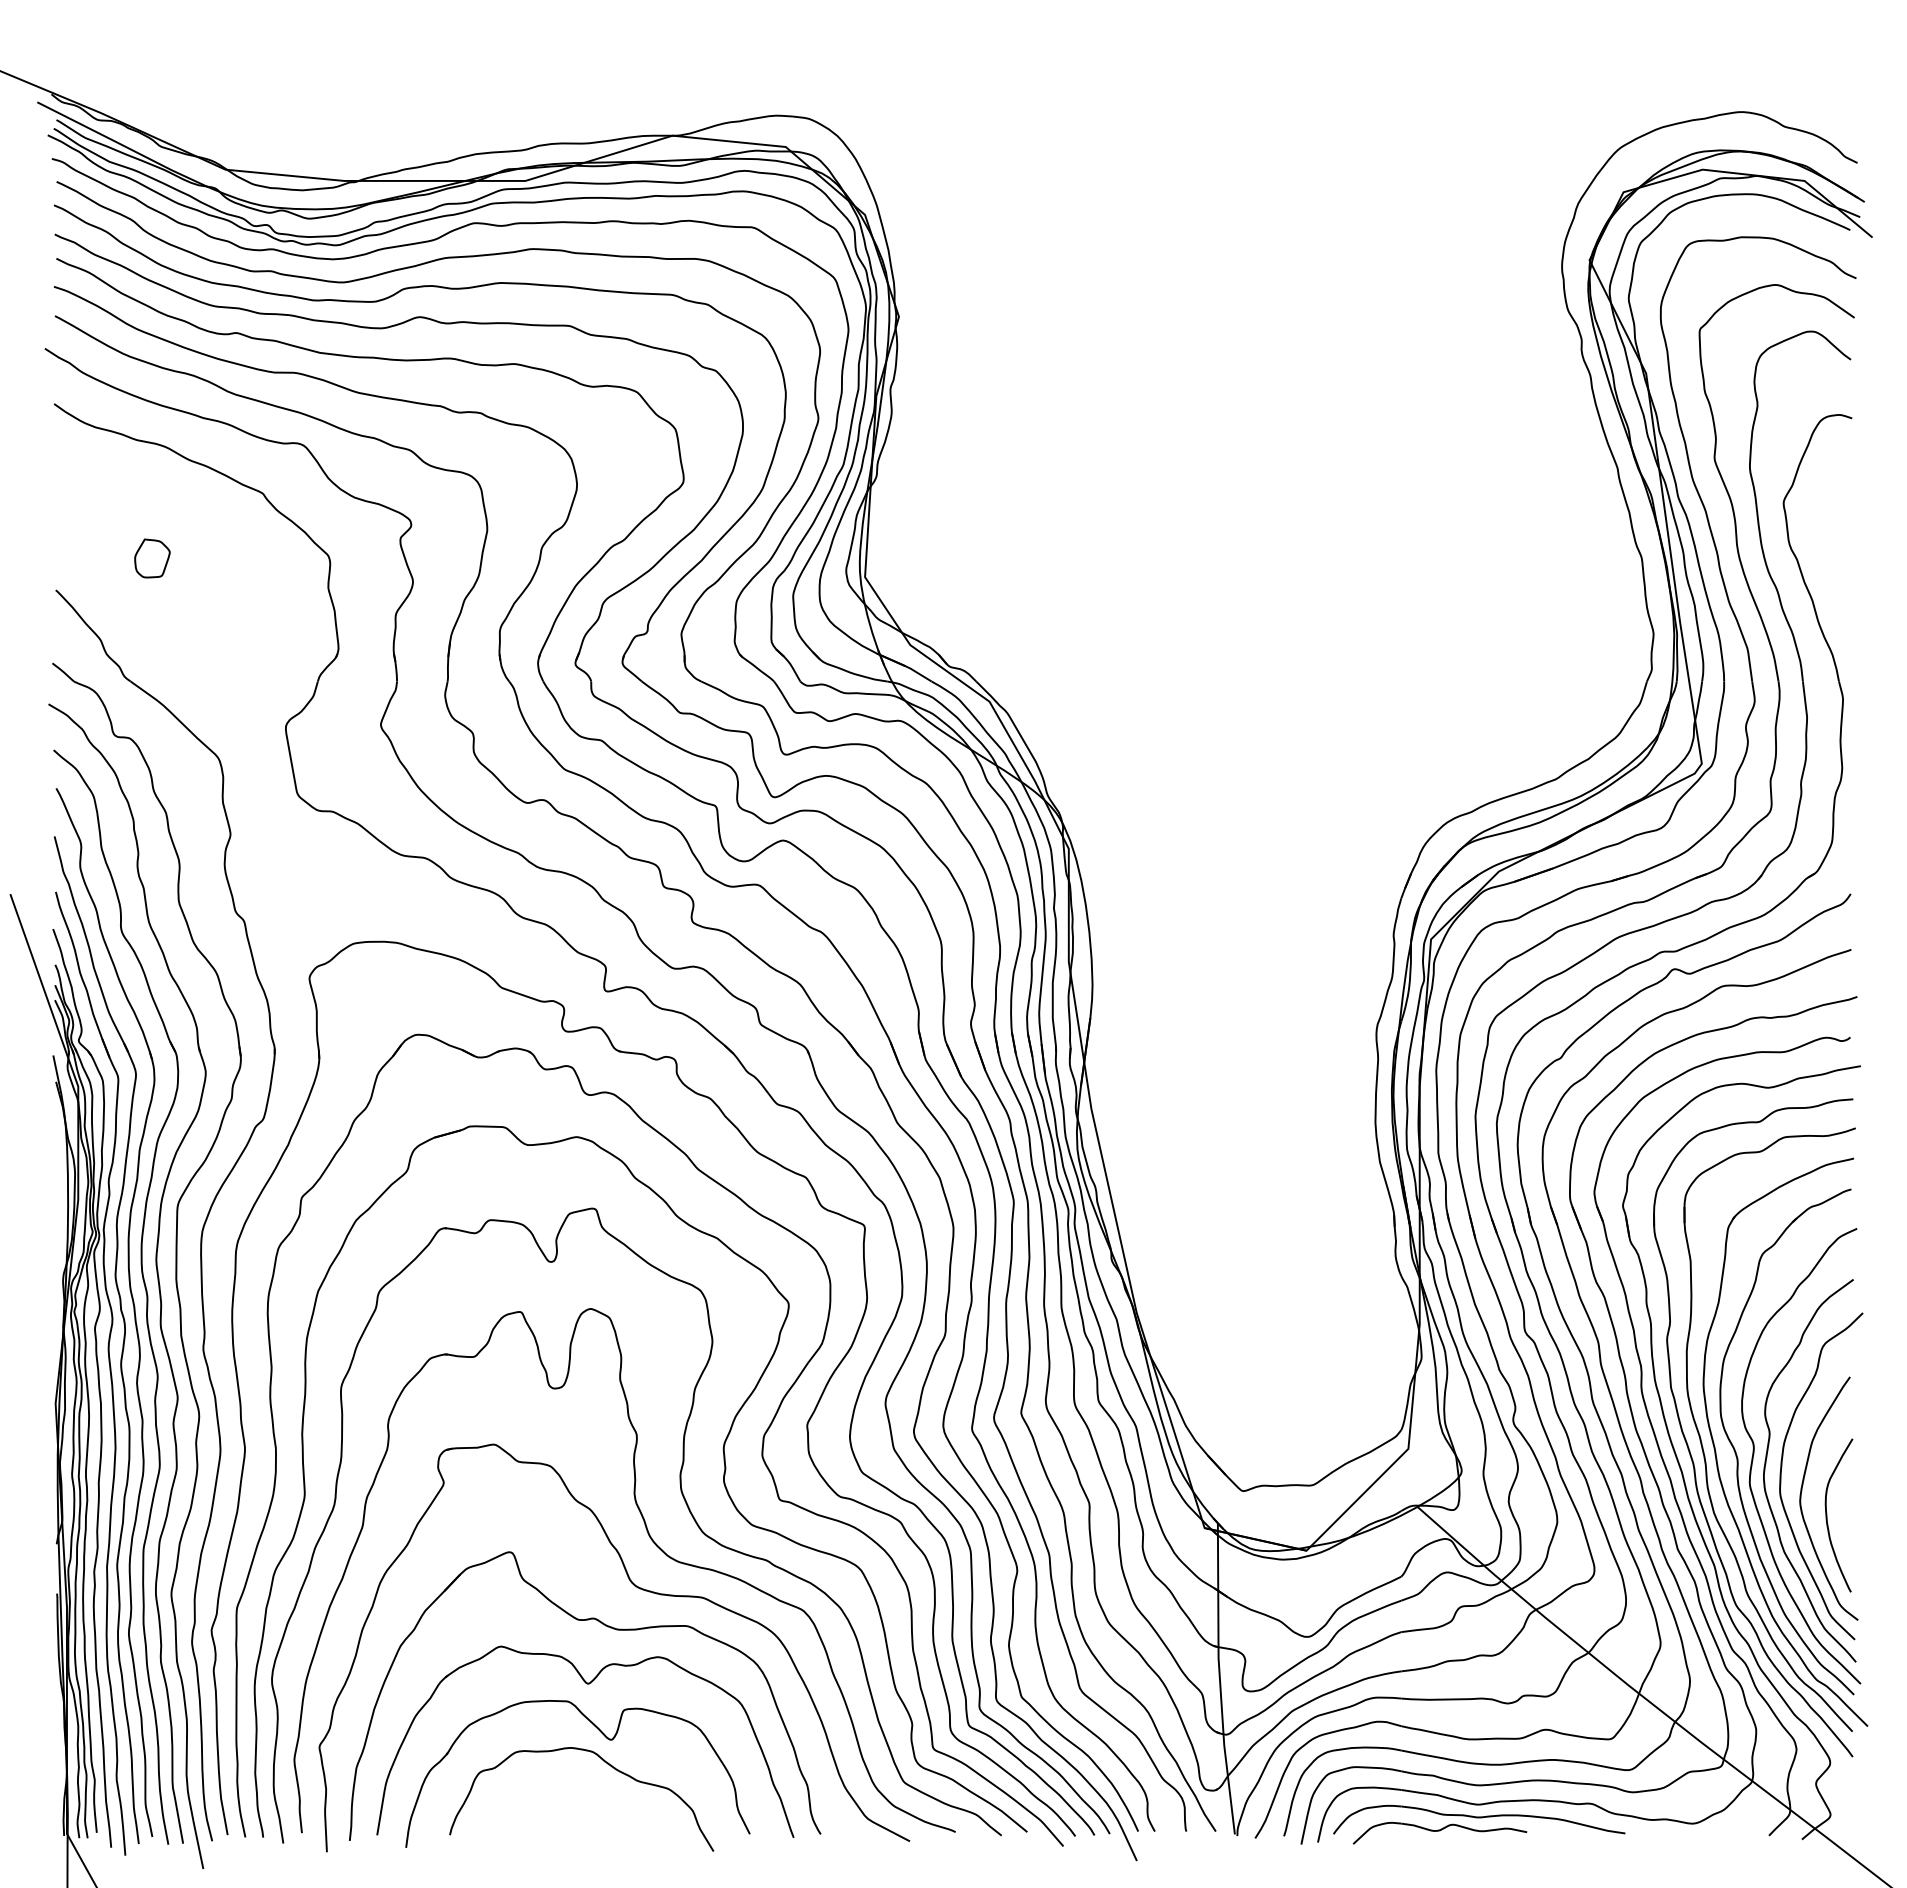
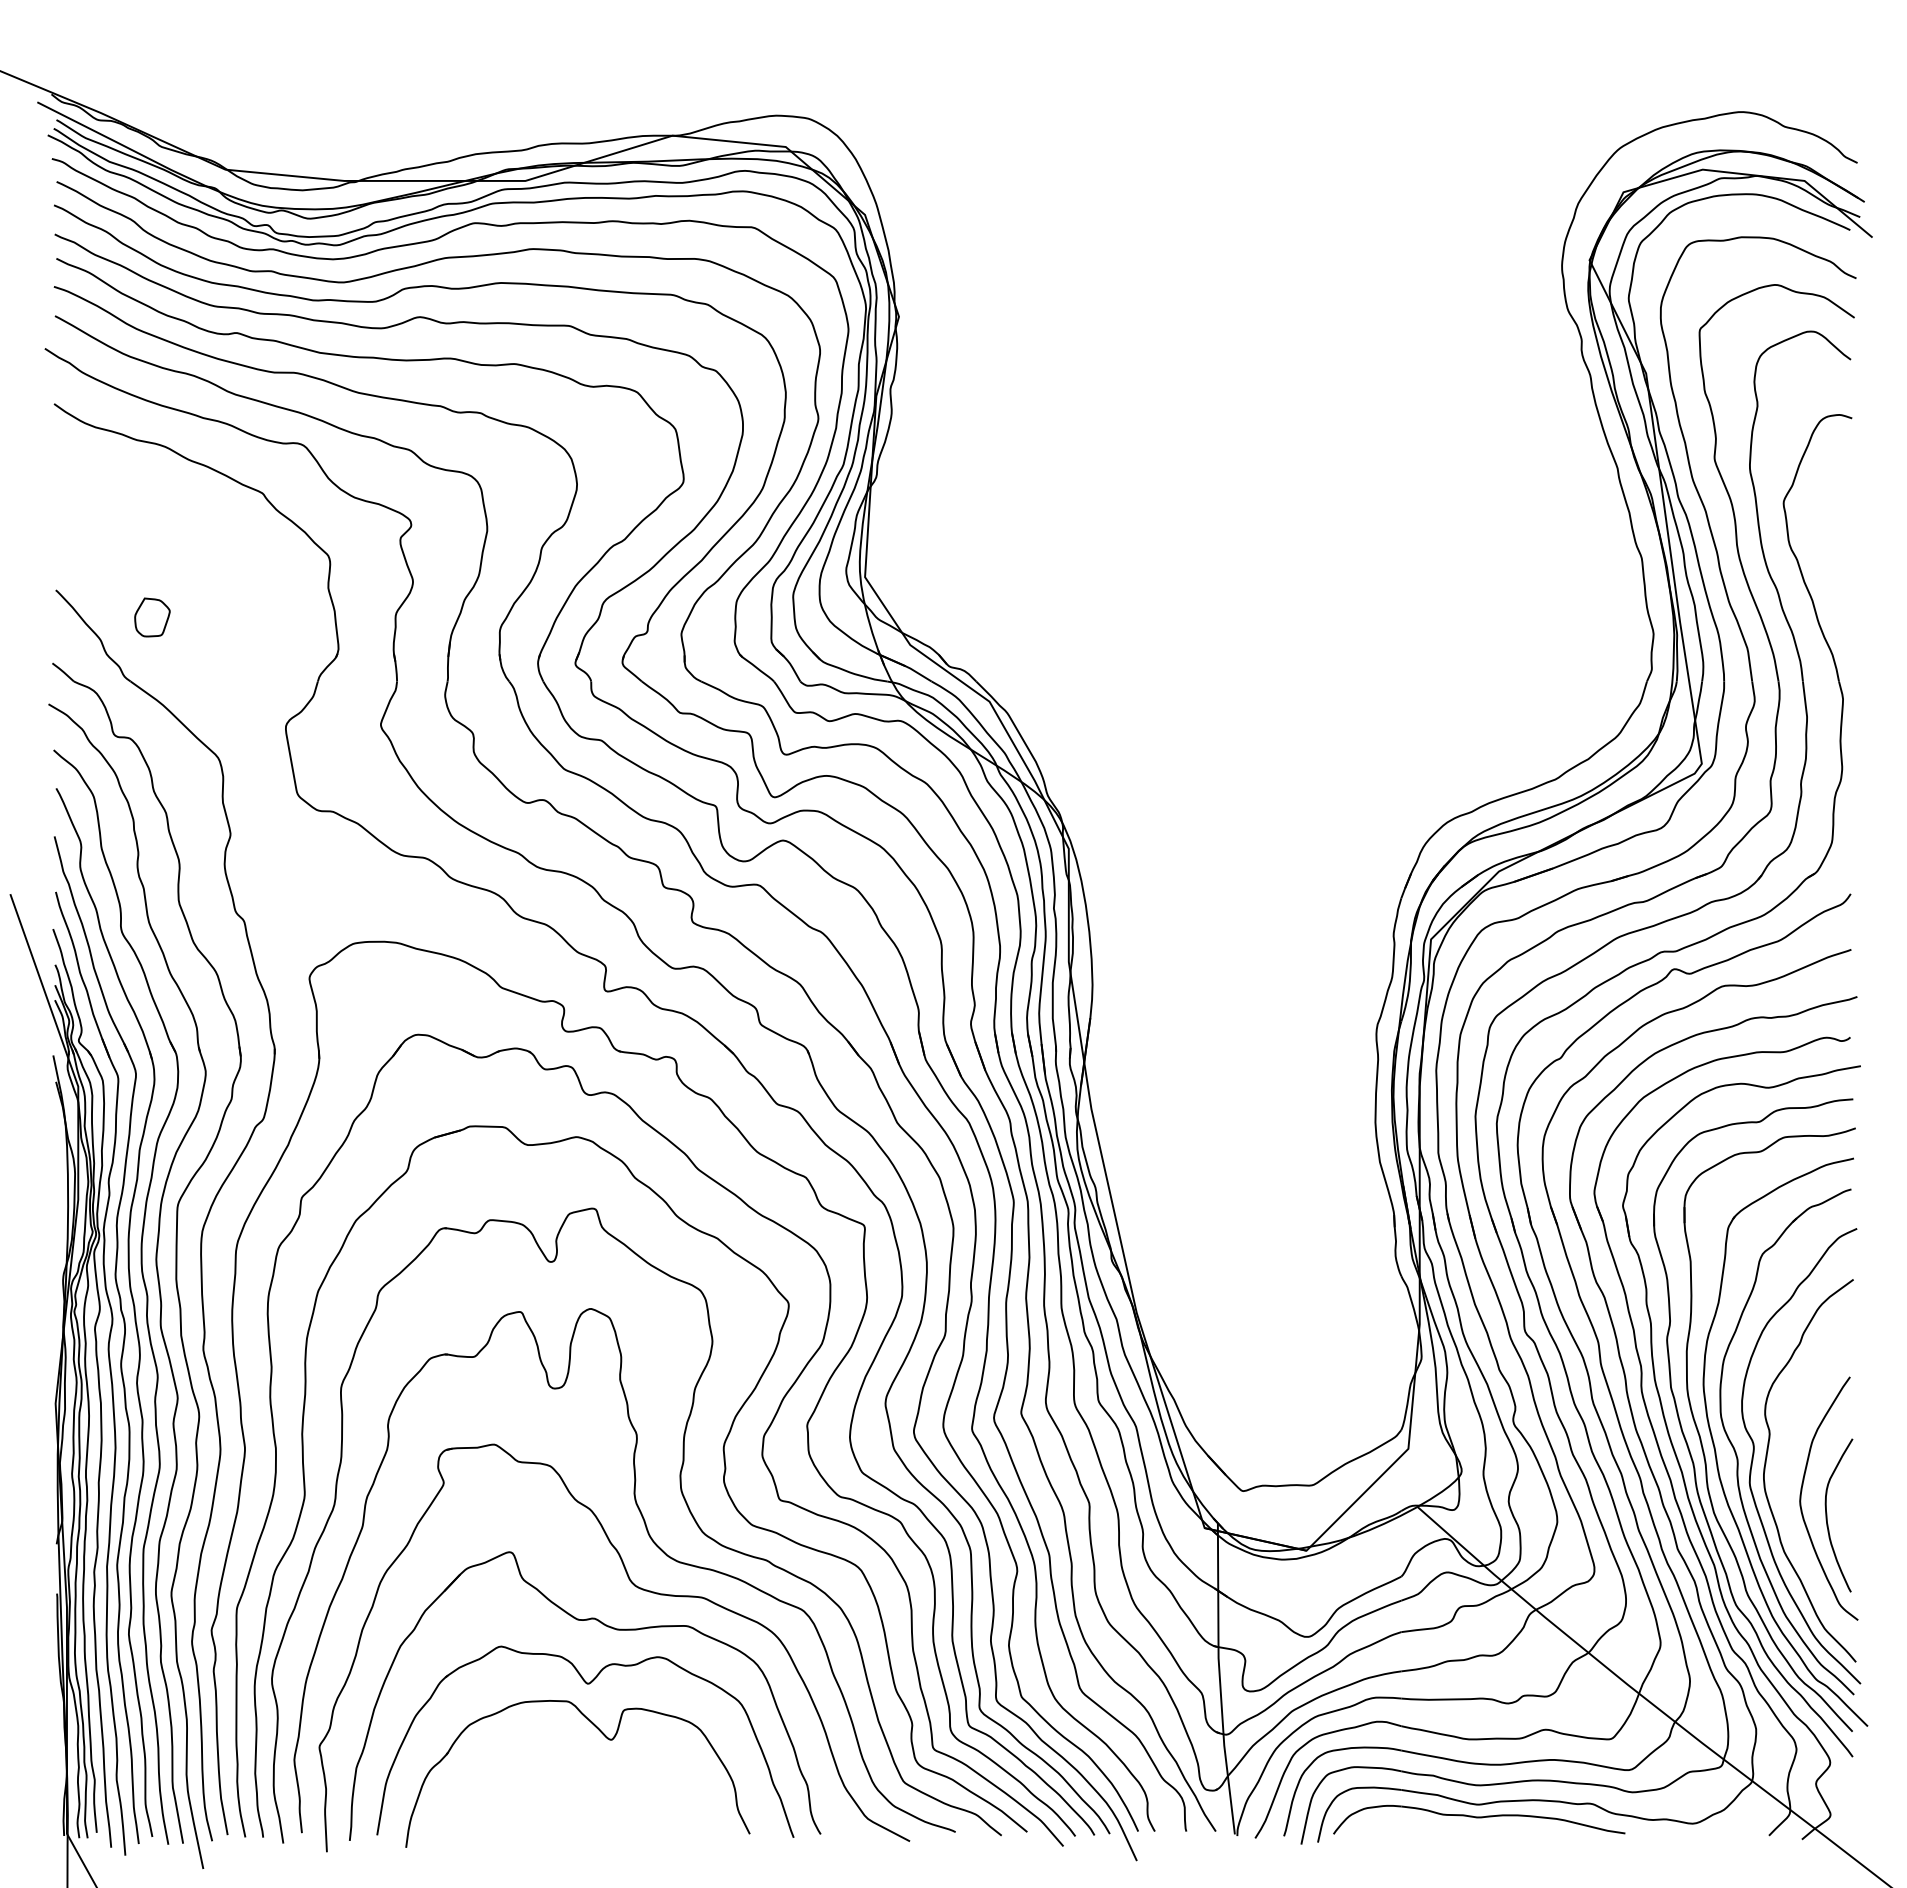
part at (152, 558) position: (152, 558) -> (152, 617)
curve at (1781, 1476): present -> none
curve at (604, 1762): present -> none
part at (1439, 1832): present -> none
